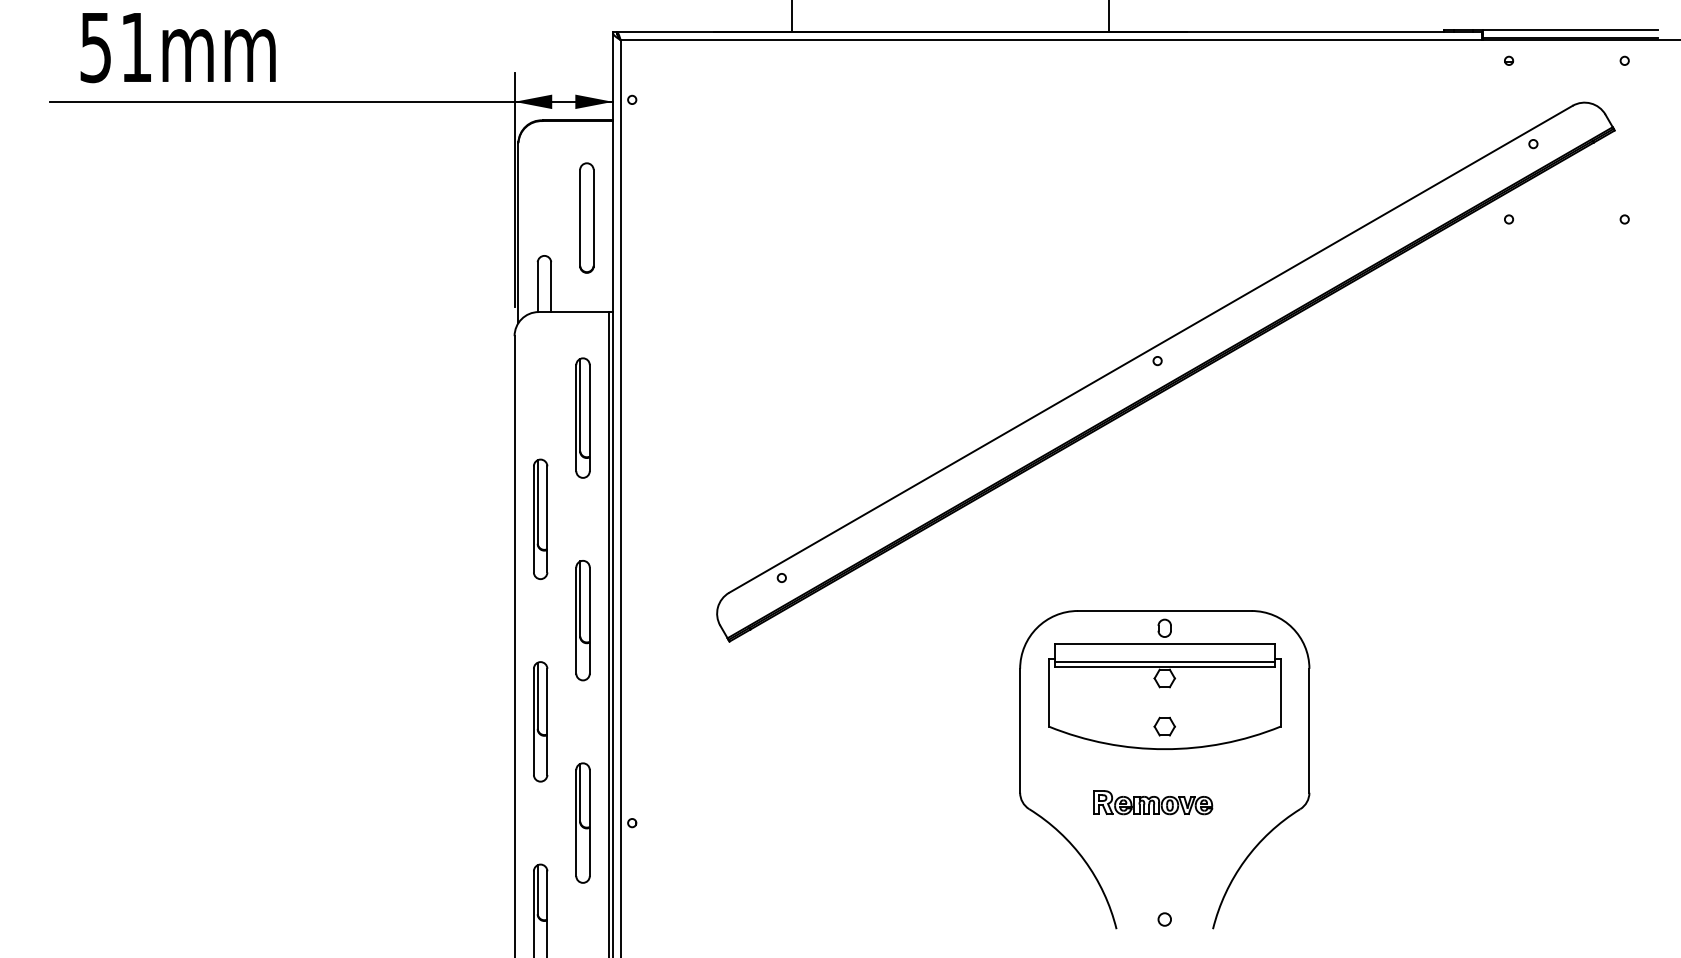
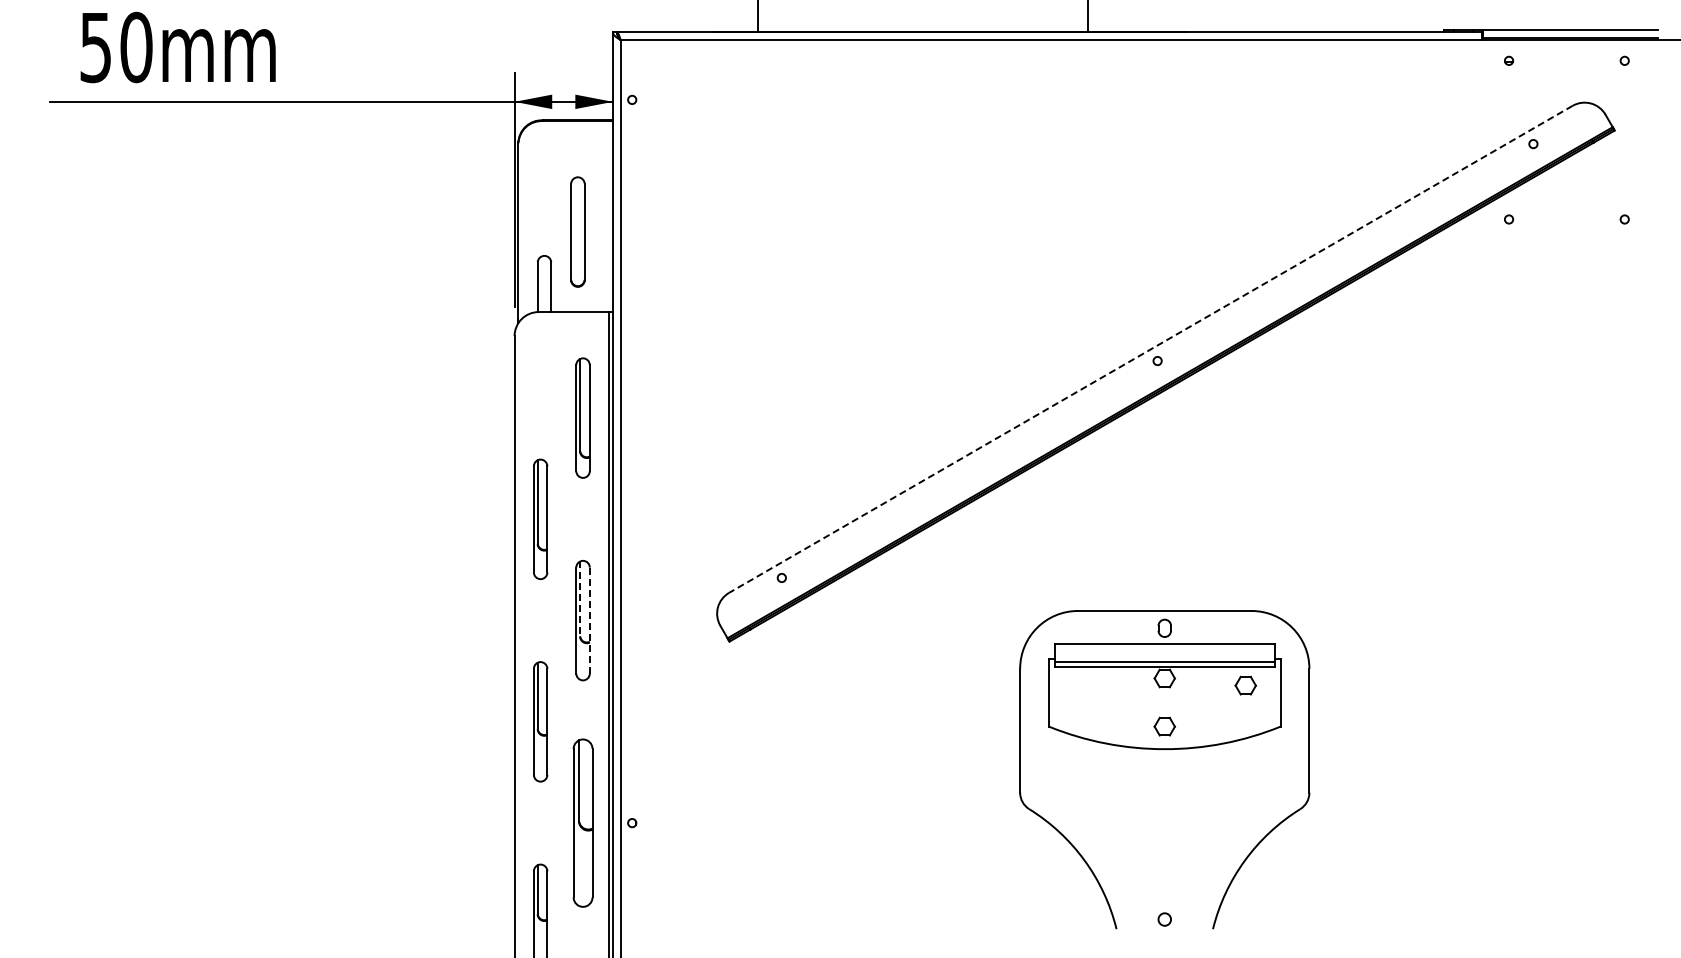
line at (792, 16) position: (792, 16) -> (758, 16)
line at (1108, 16) position: (1108, 16) -> (1087, 16)
text at (136, 47): 51mm -> 50mm
part at (586, 217) position: (586, 217) -> (577, 231)
line at (1150, 349): solid -> dashed
line at (580, 599): solid -> dashed
line at (589, 620): solid -> dashed
part at (1245, 685): none -> present
part at (1153, 802): present -> none
part at (582, 822) size: 16x122 px -> 22x170 px
